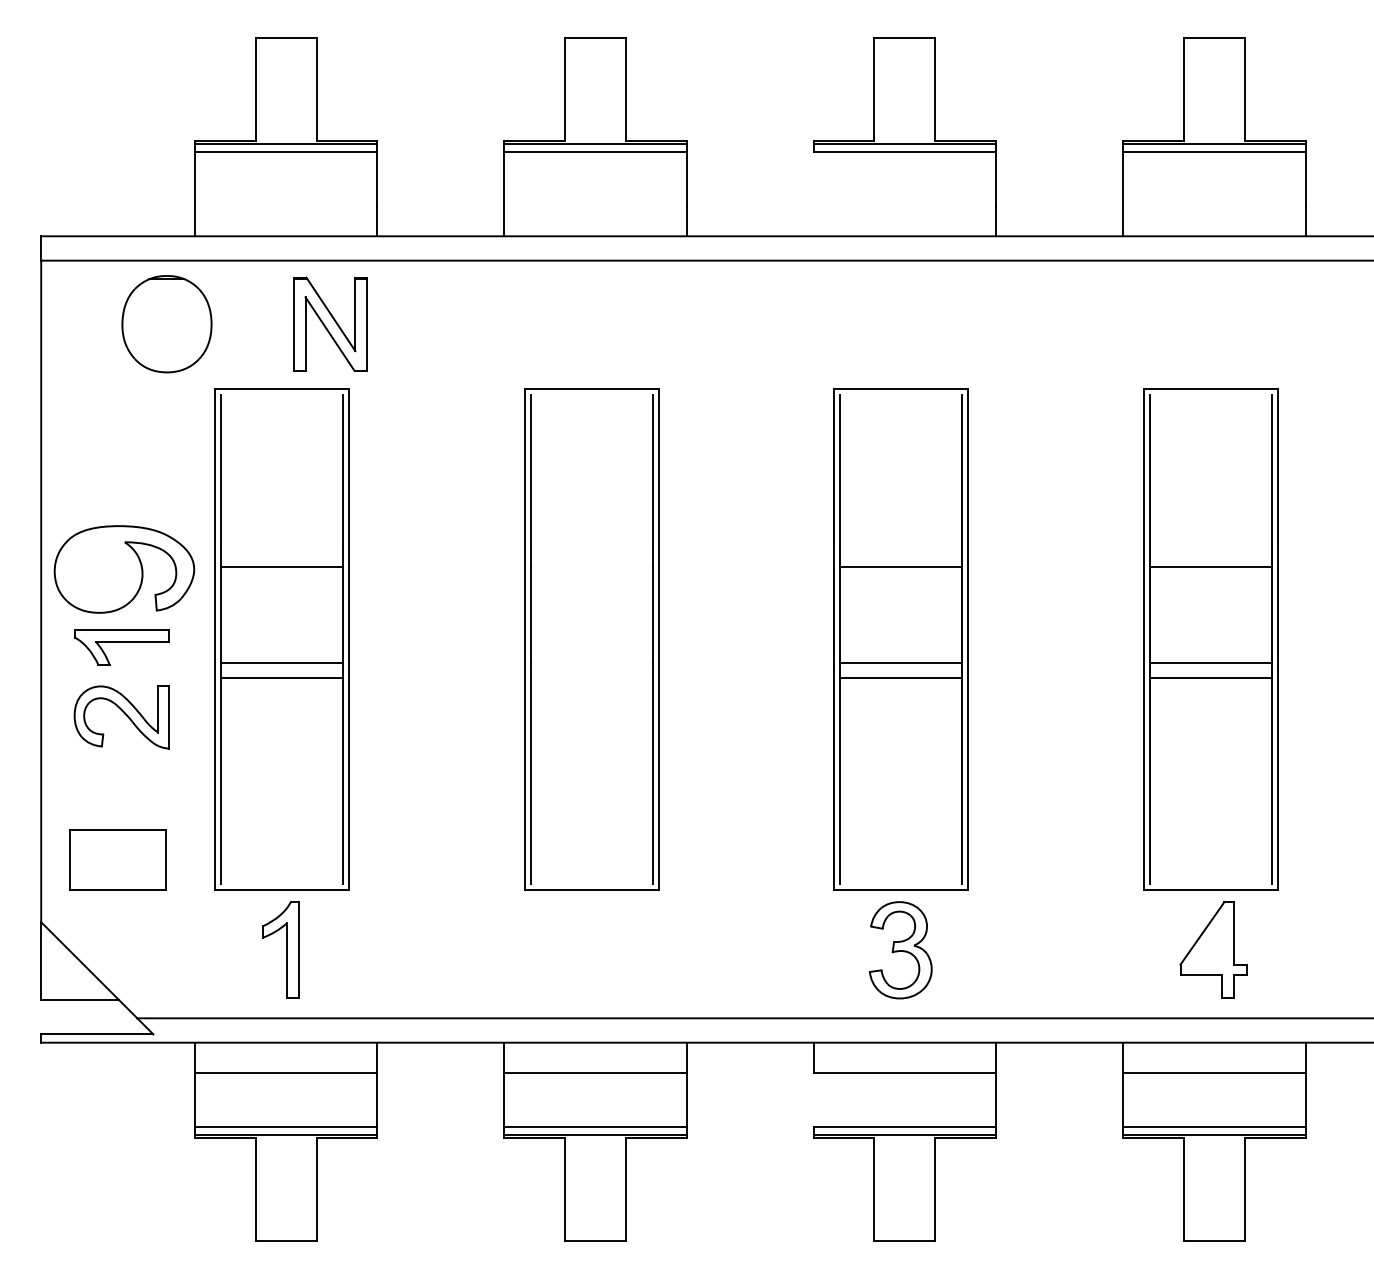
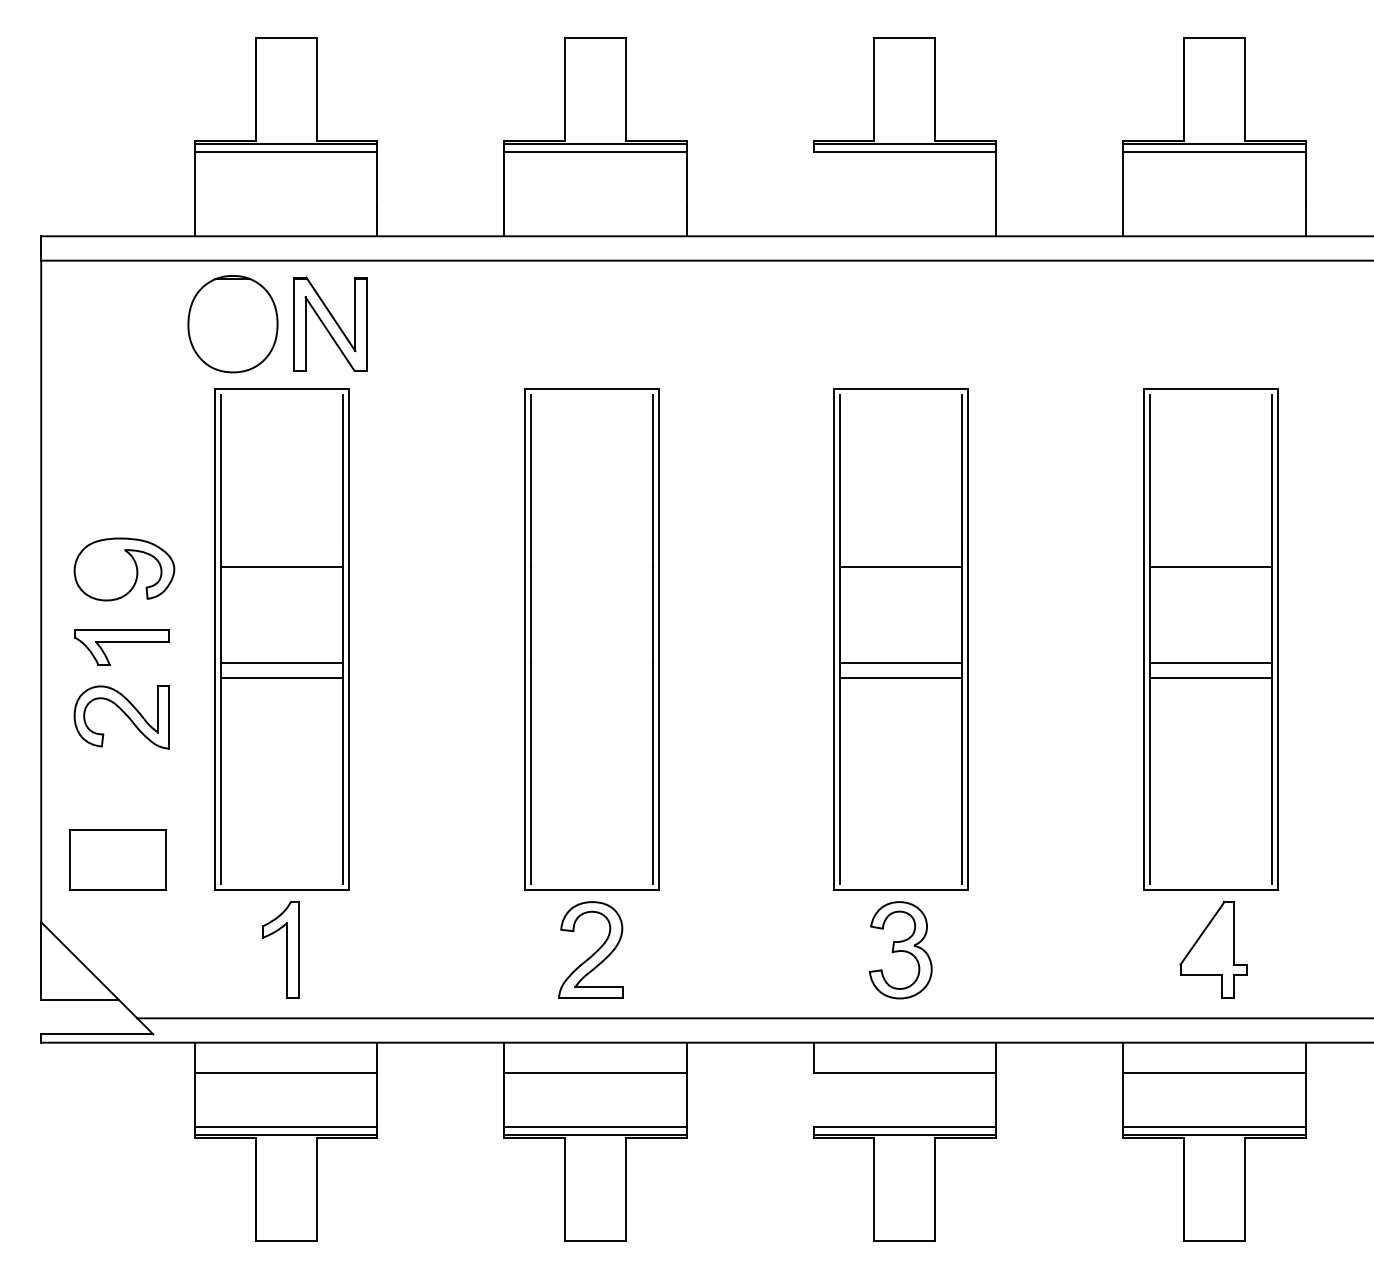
part at (166, 324) position: (166, 324) -> (232, 324)
part at (124, 569) size: 143x89 px -> 103x65 px
part at (590, 949): none -> present
